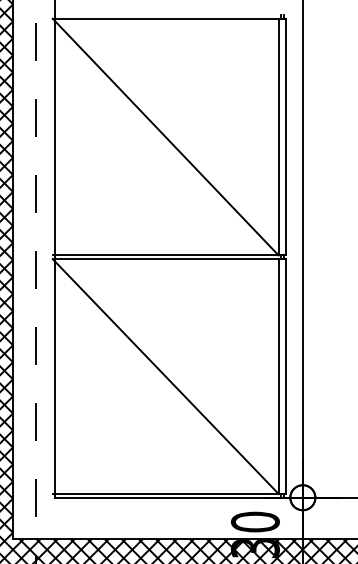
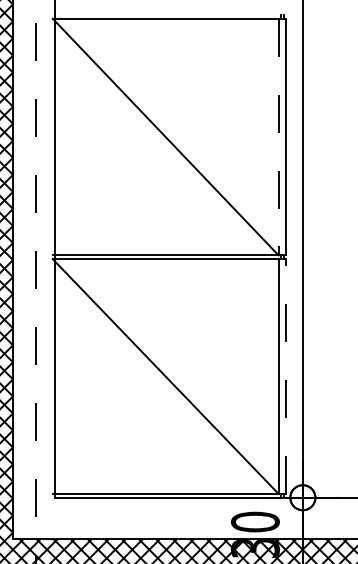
line at (278, 137): solid -> dashed
line at (286, 376): solid -> dashed
